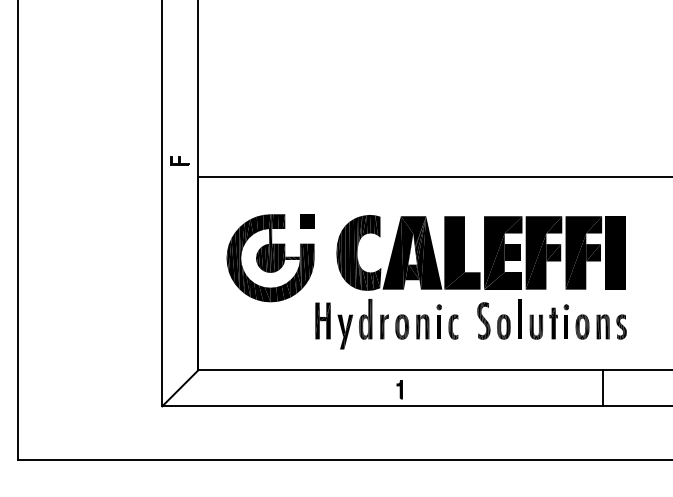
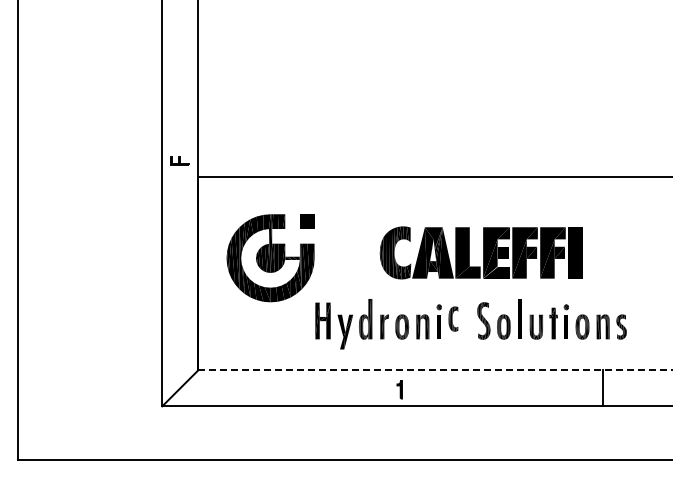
part at (480, 252) size: 290x76 px -> 204x54 px
part at (453, 326) position: (453, 326) -> (453, 318)
line at (435, 370): solid -> dashed
